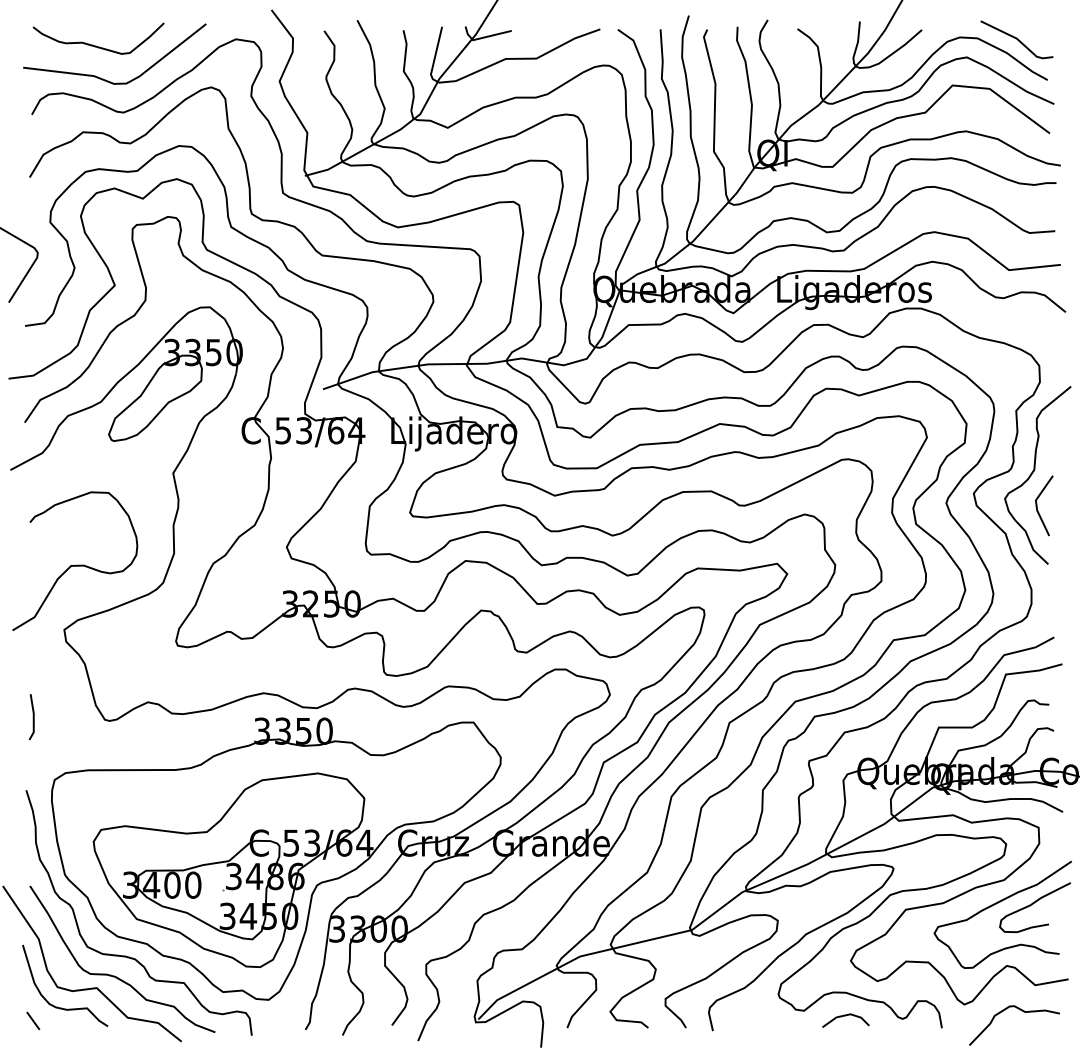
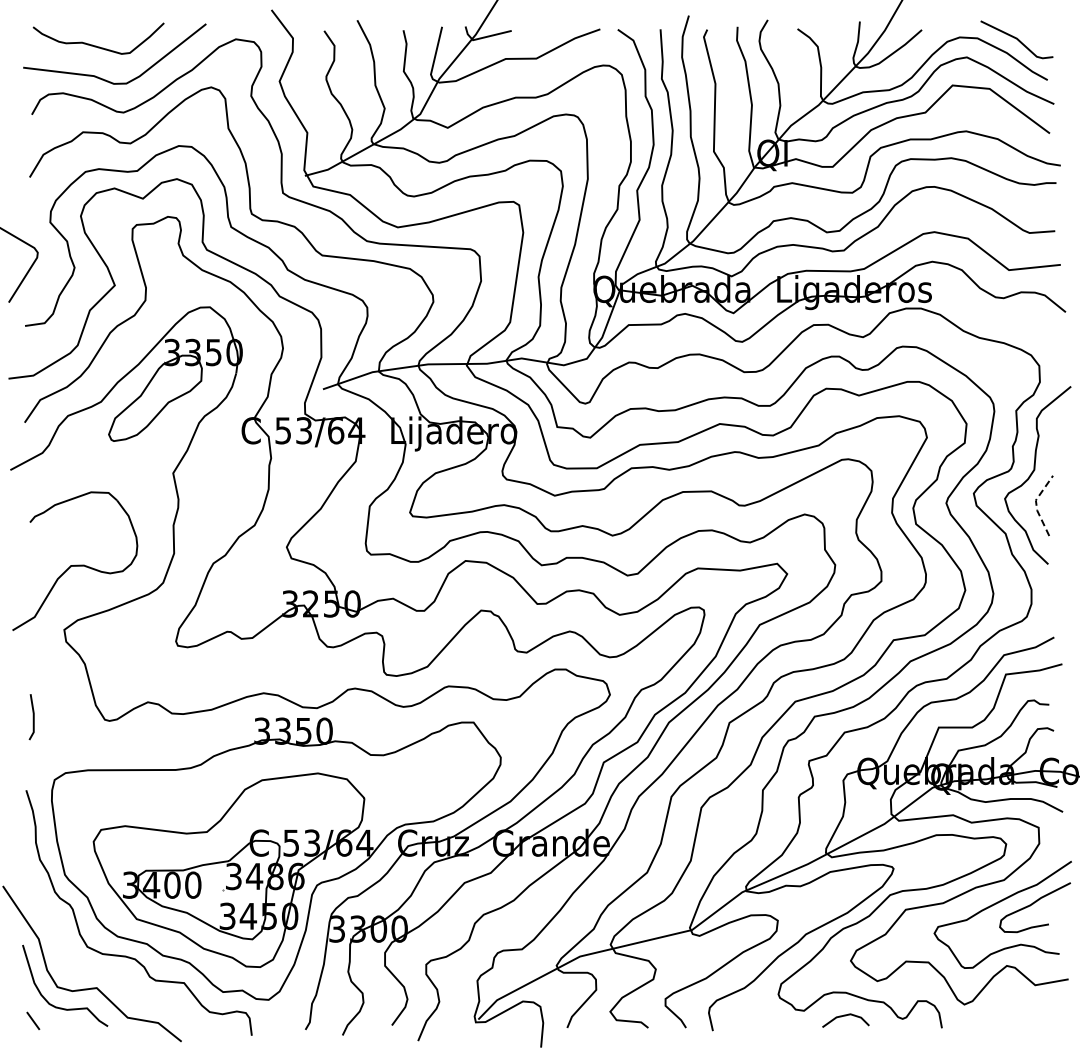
line at (1036, 504): solid -> dashed
curve at (114, 975): present -> none
curve at (1021, 1011): present -> none
